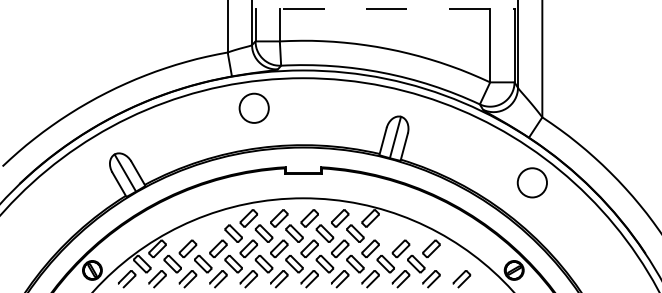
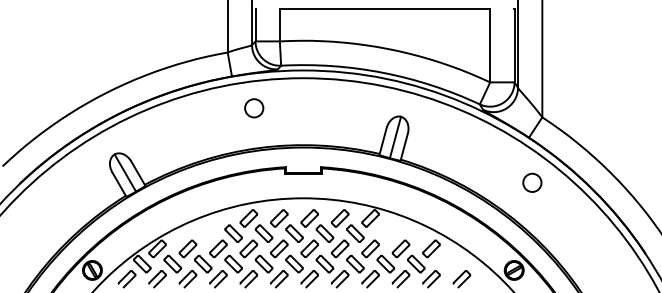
line at (384, 8): dashed -> solid
circle at (253, 107) diameter: 29 px -> 18 px
circle at (531, 182) diameter: 29 px -> 18 px
